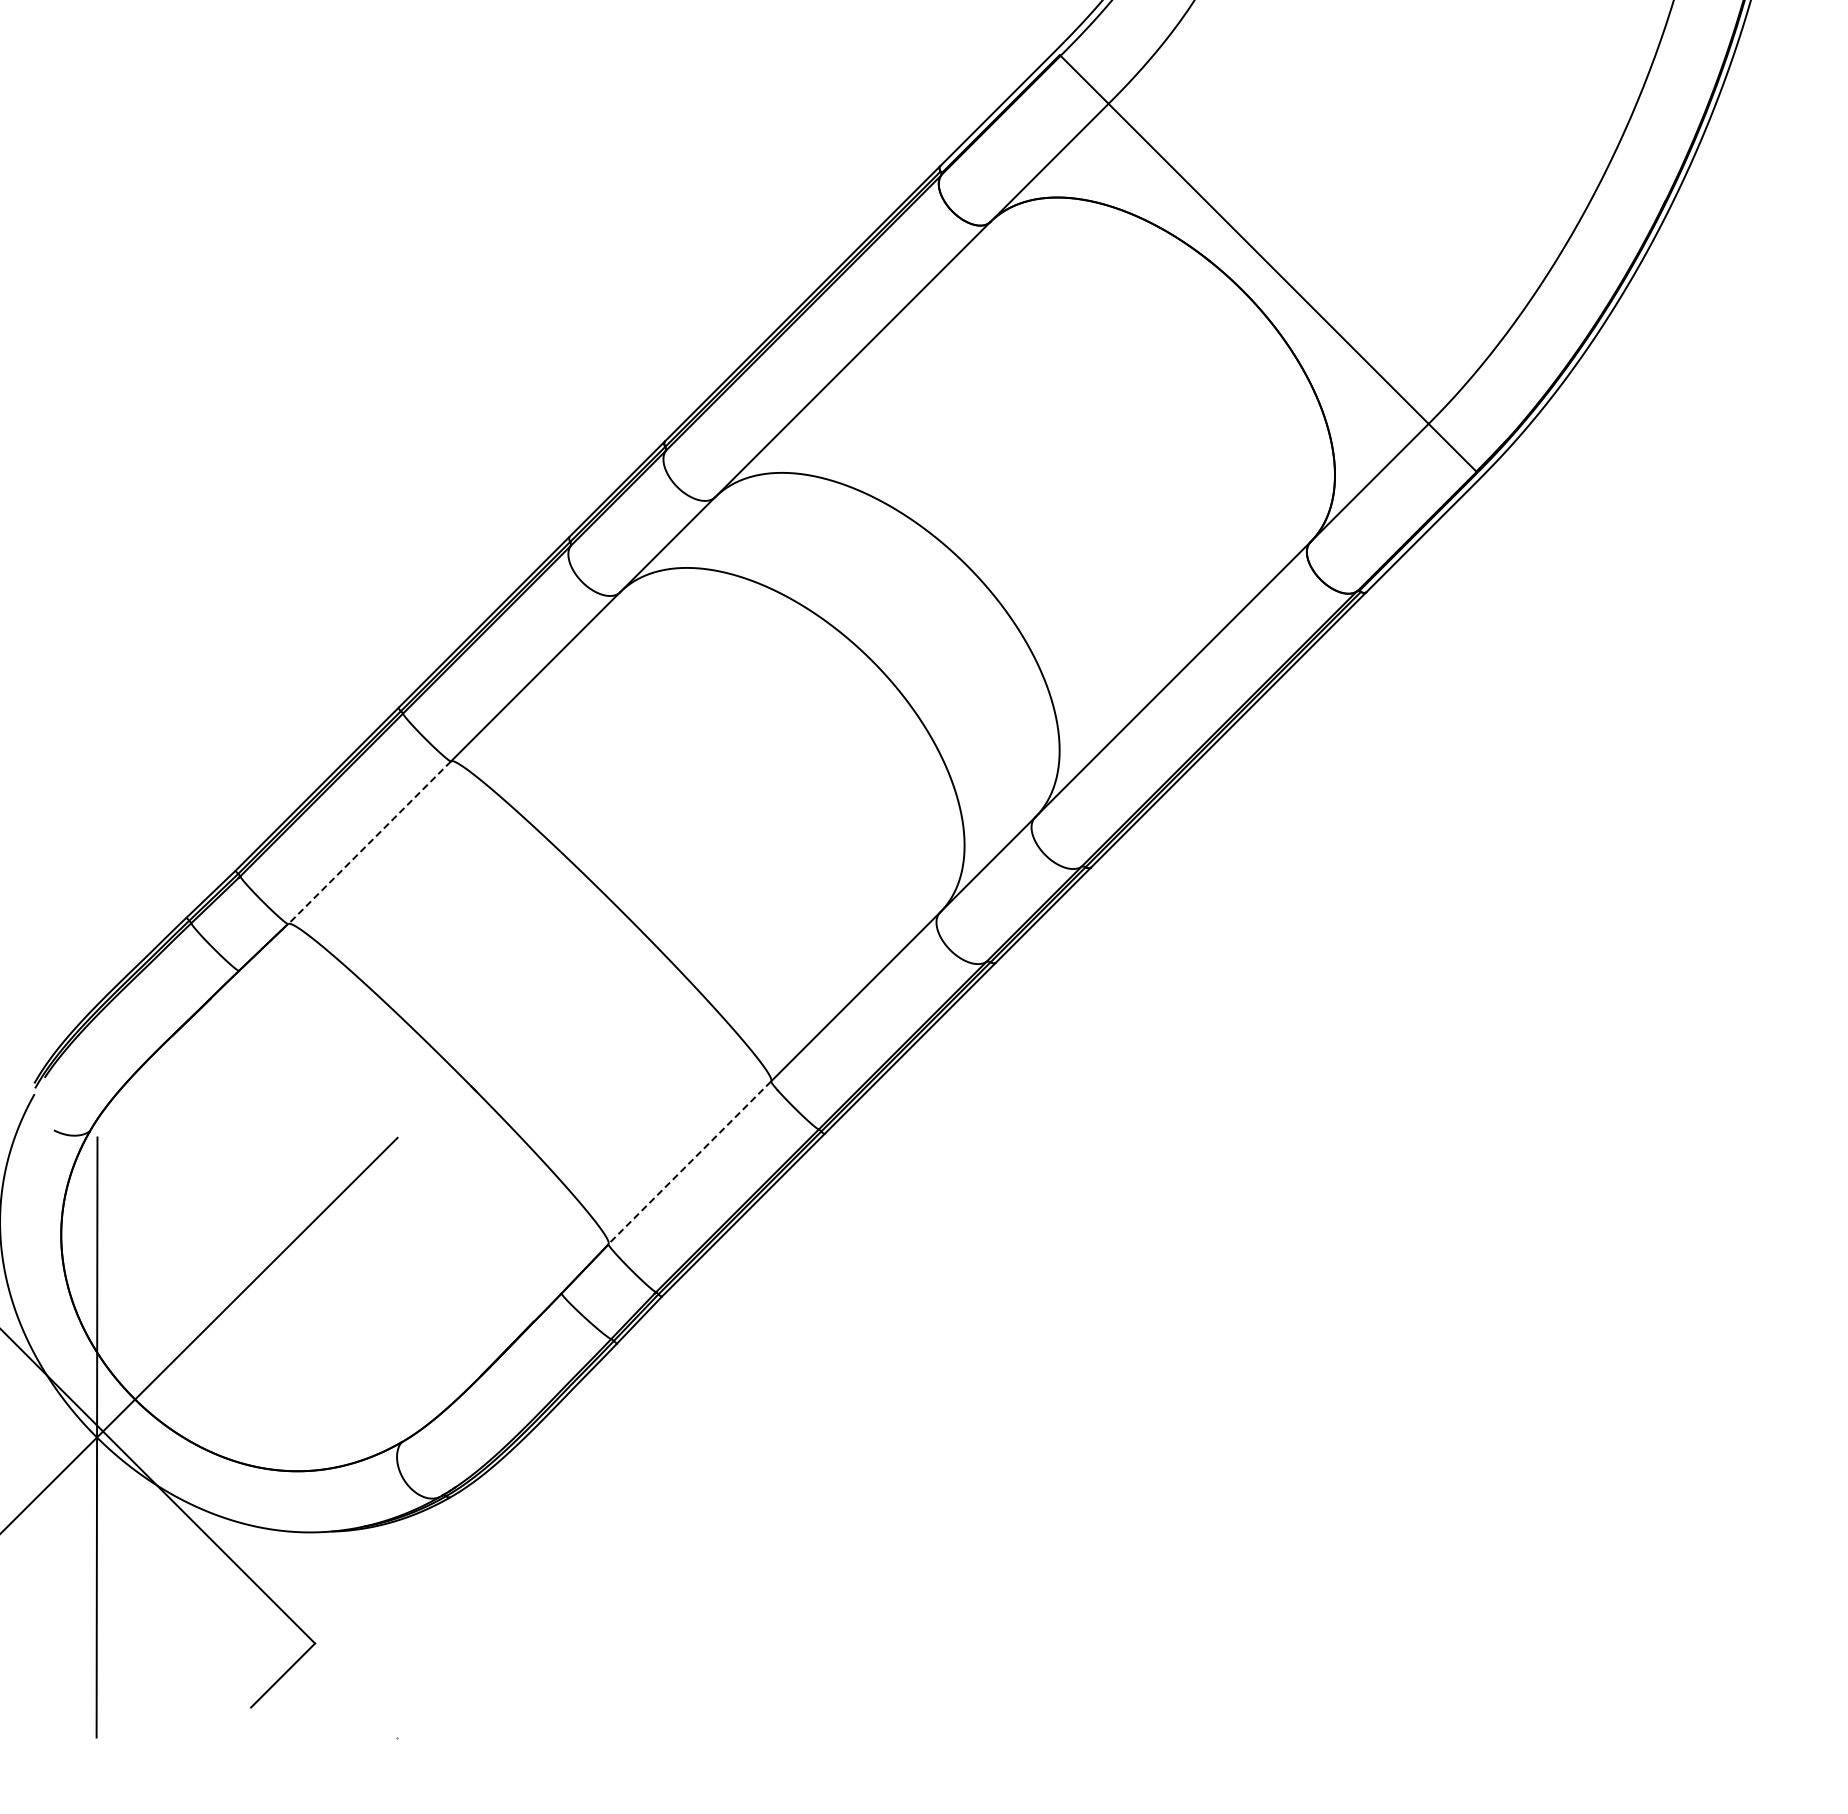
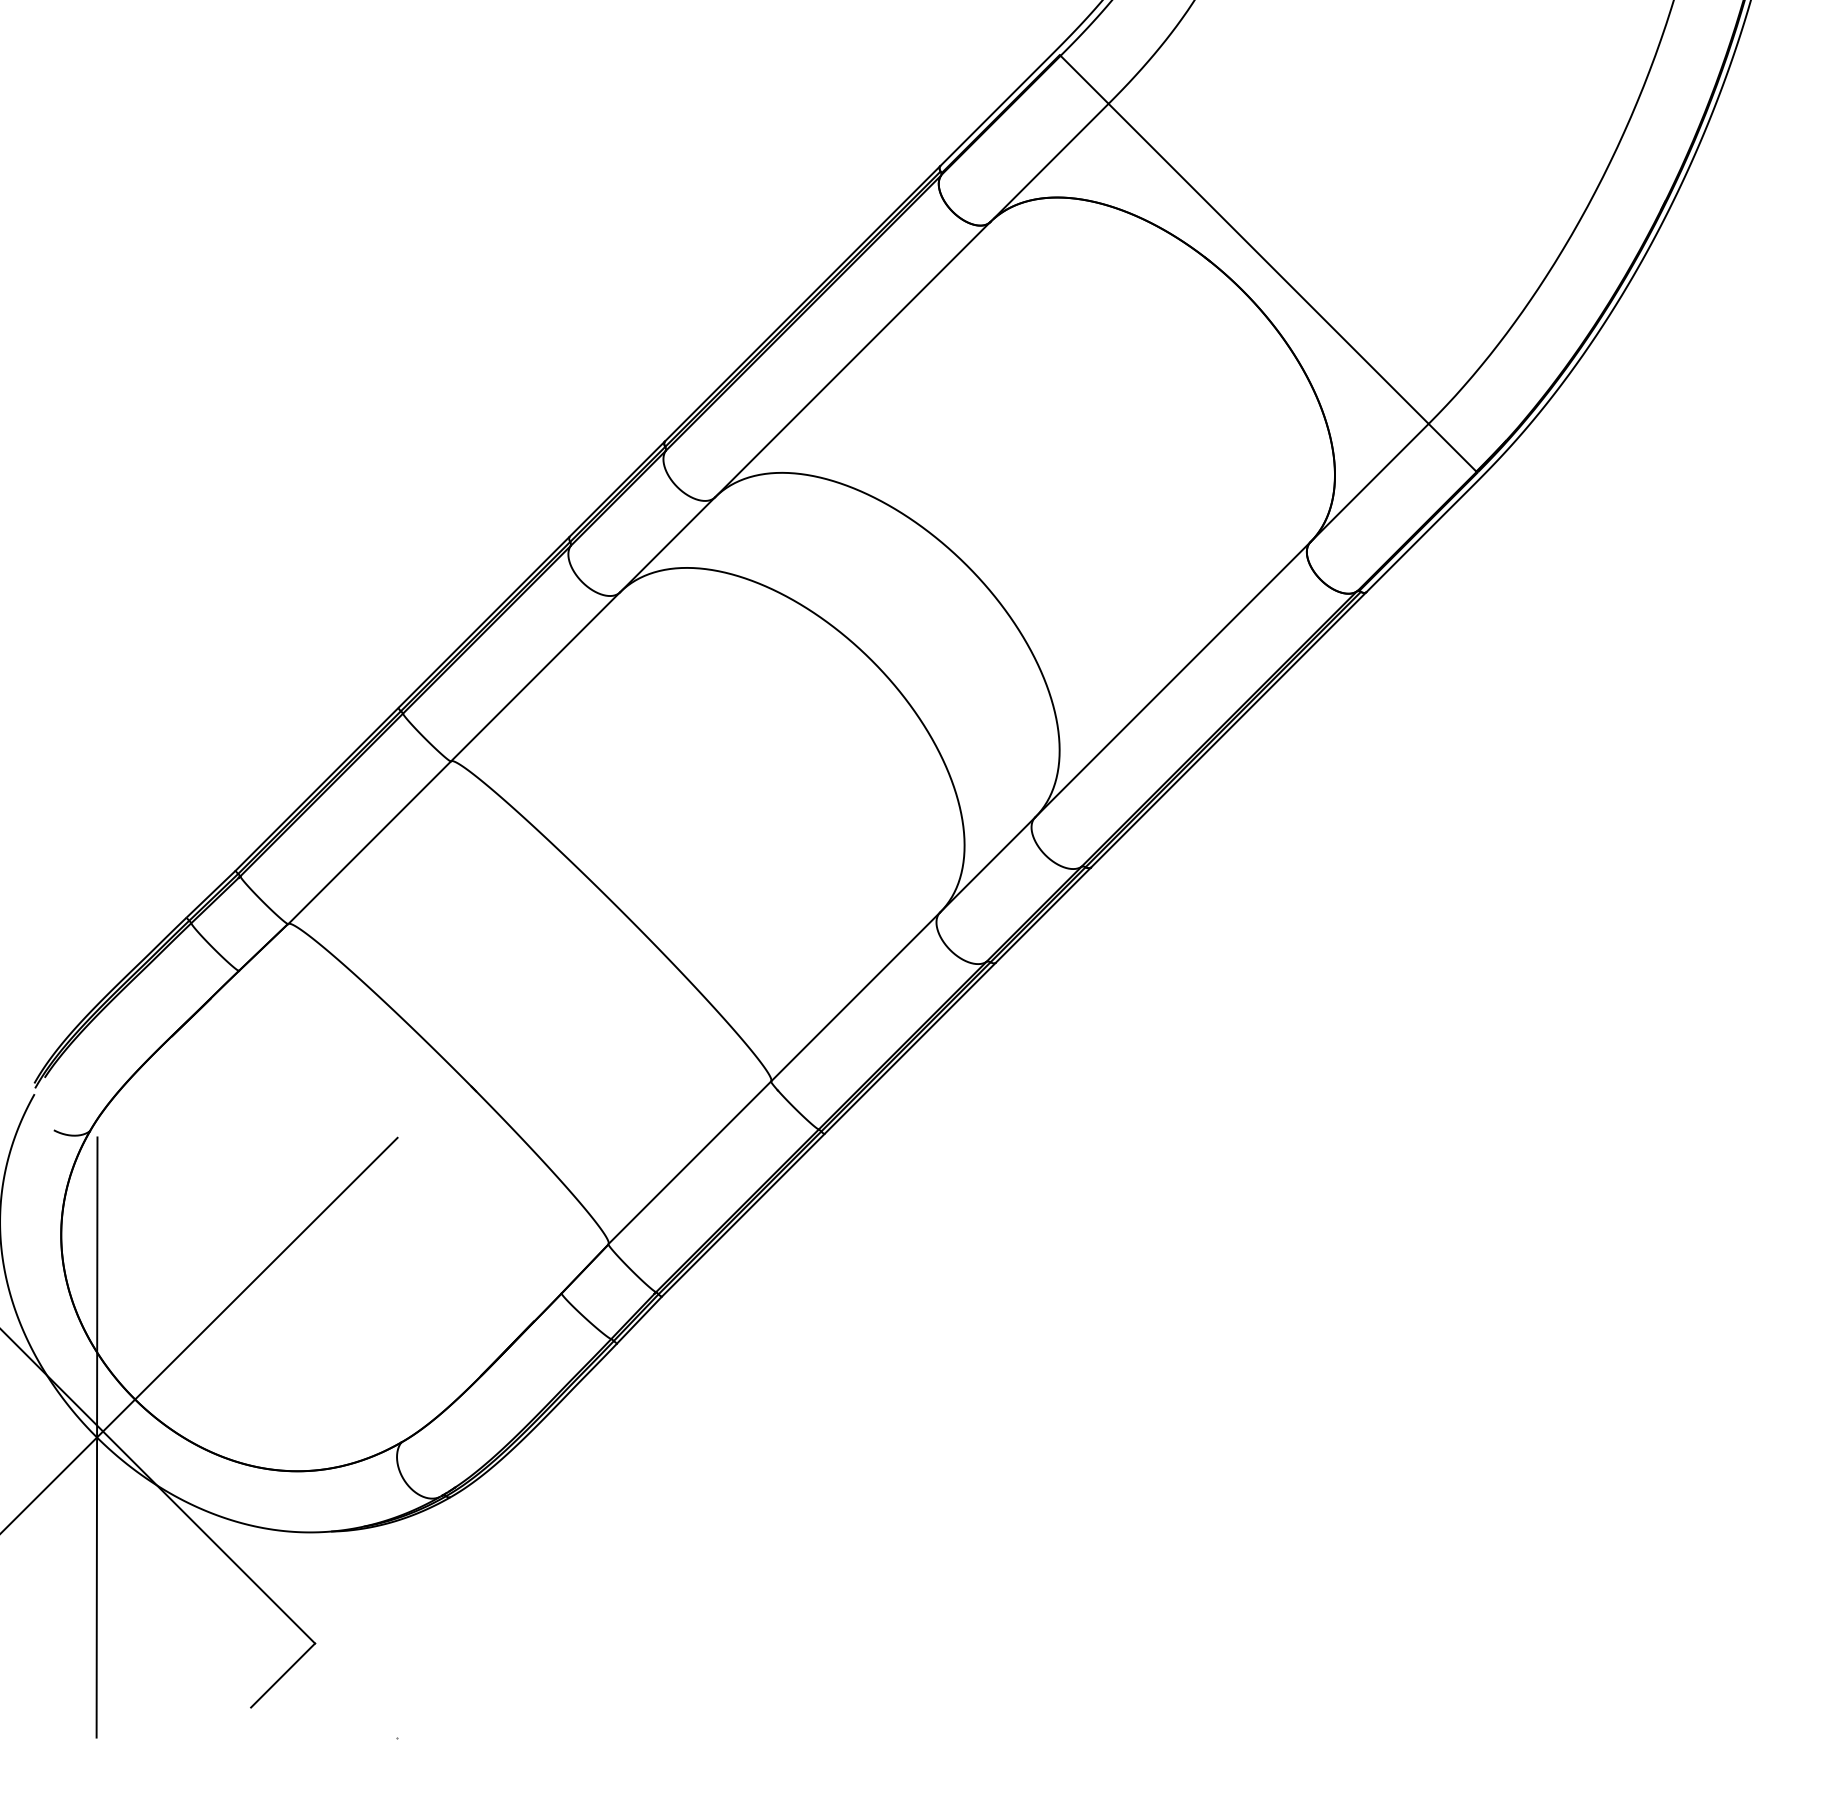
line at (369, 843): dashed -> solid
line at (689, 1163): dashed -> solid
